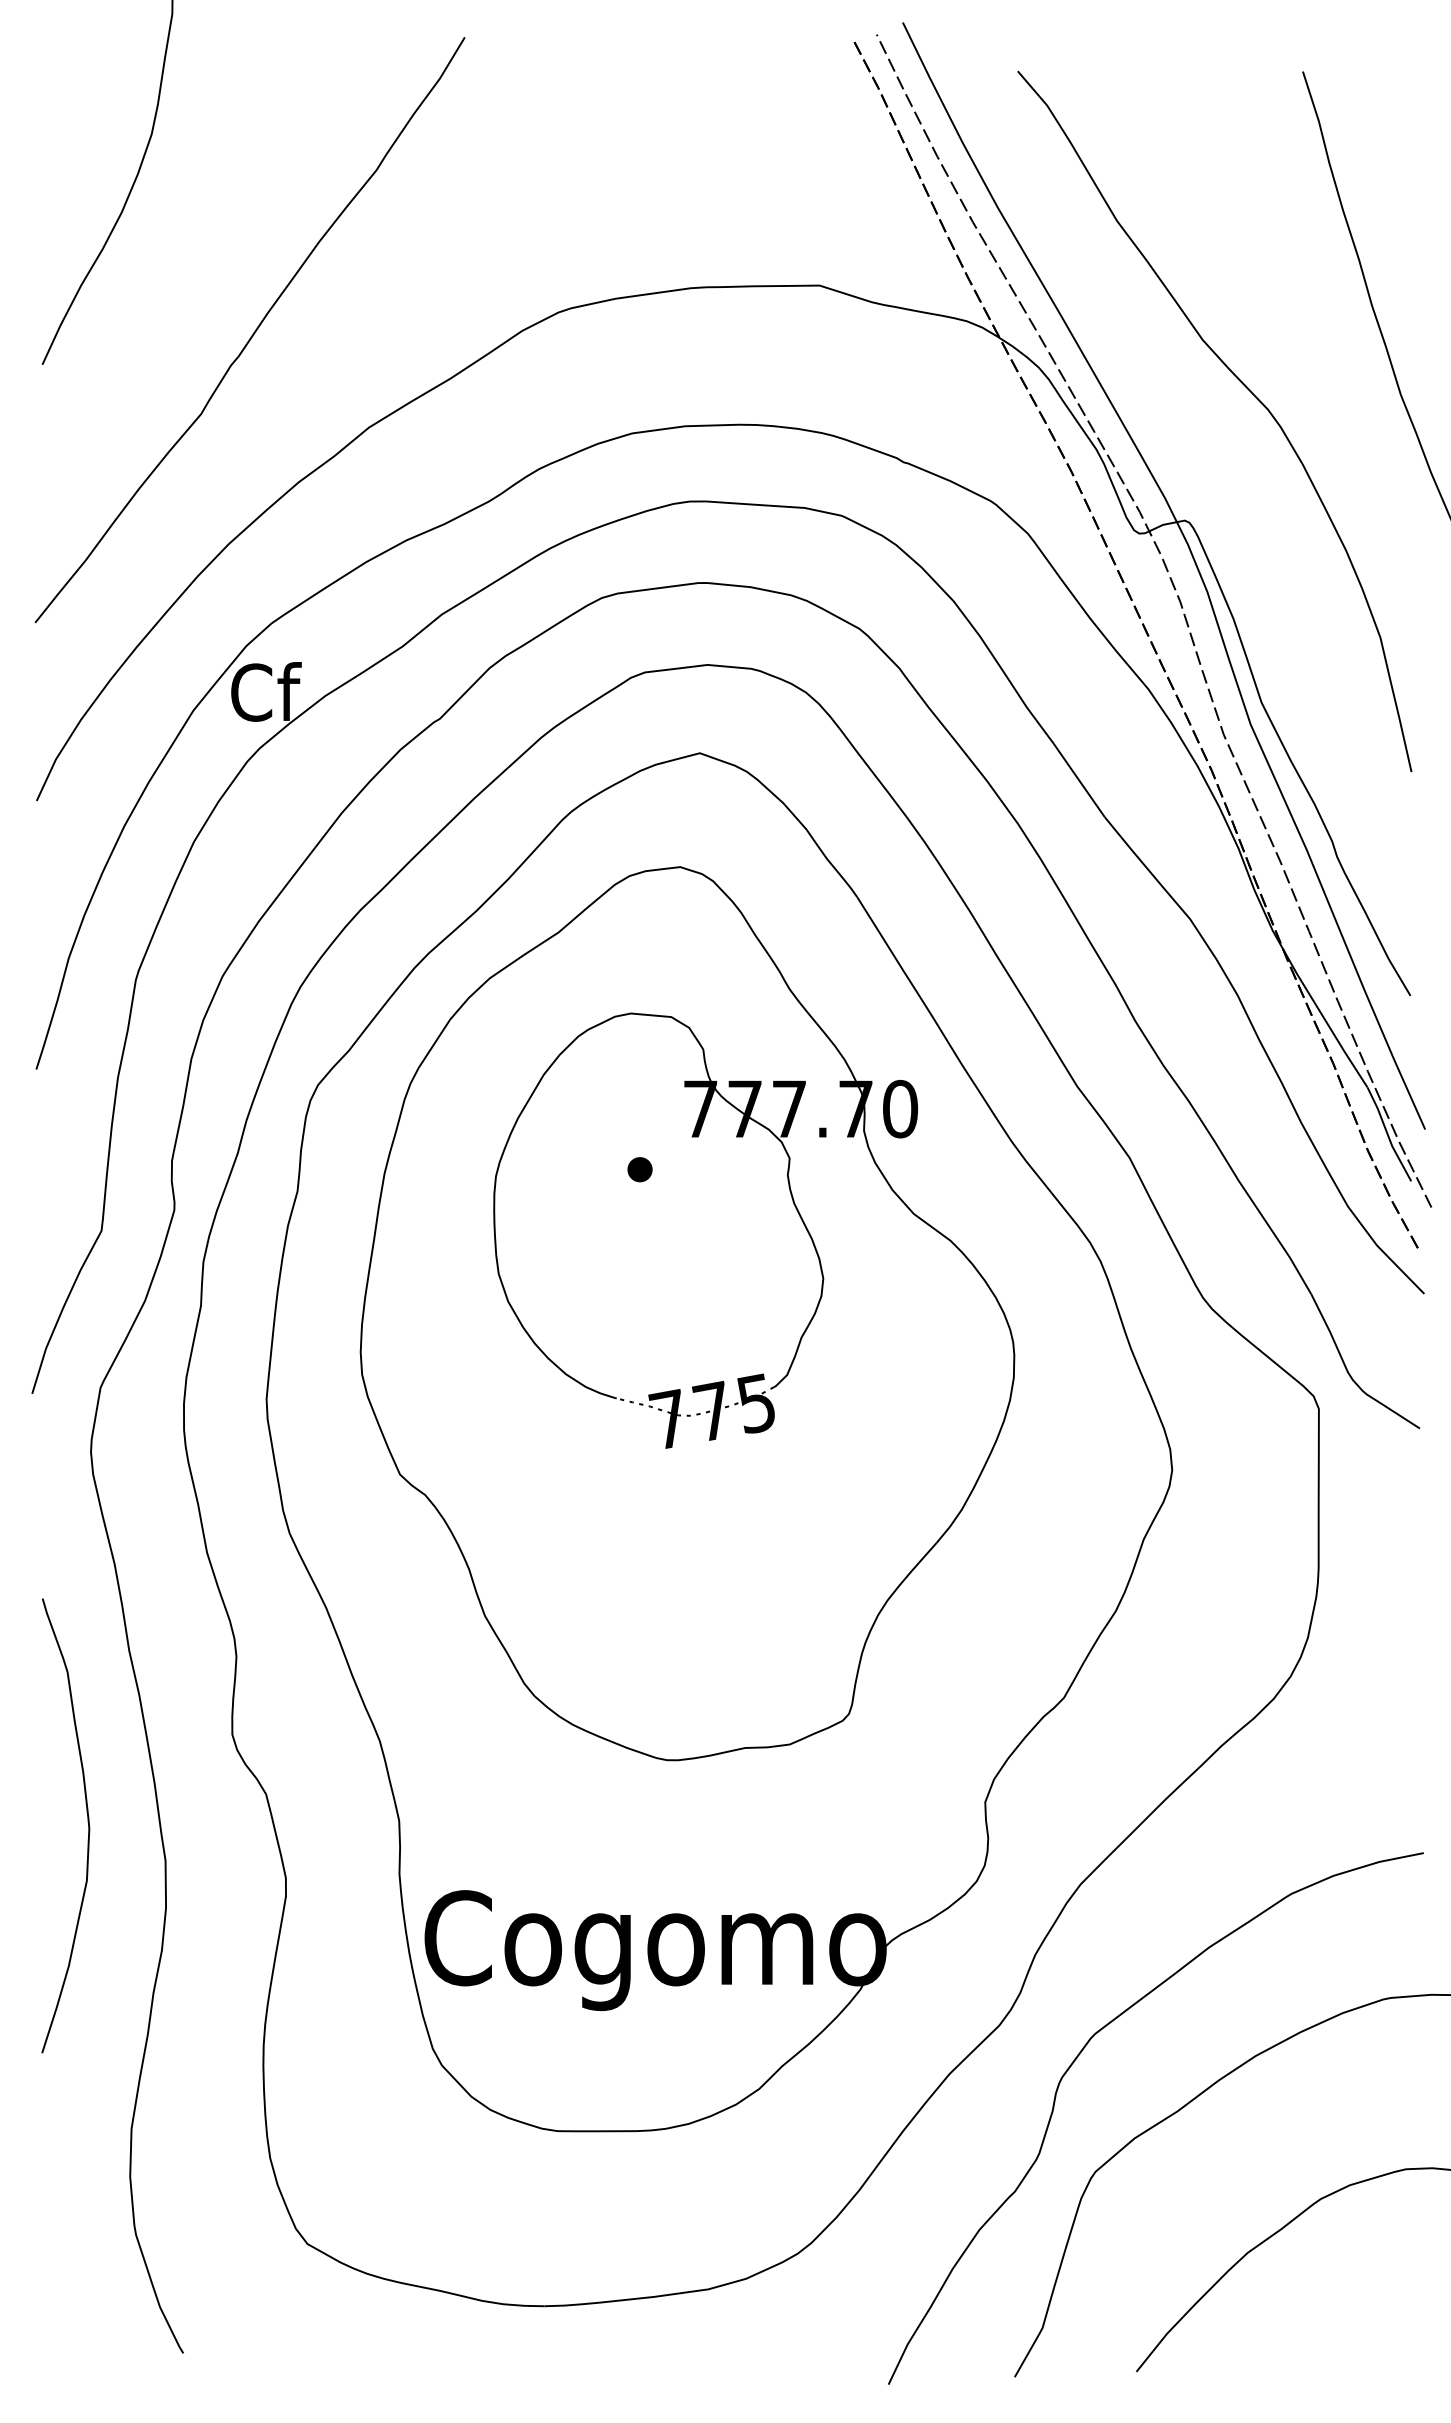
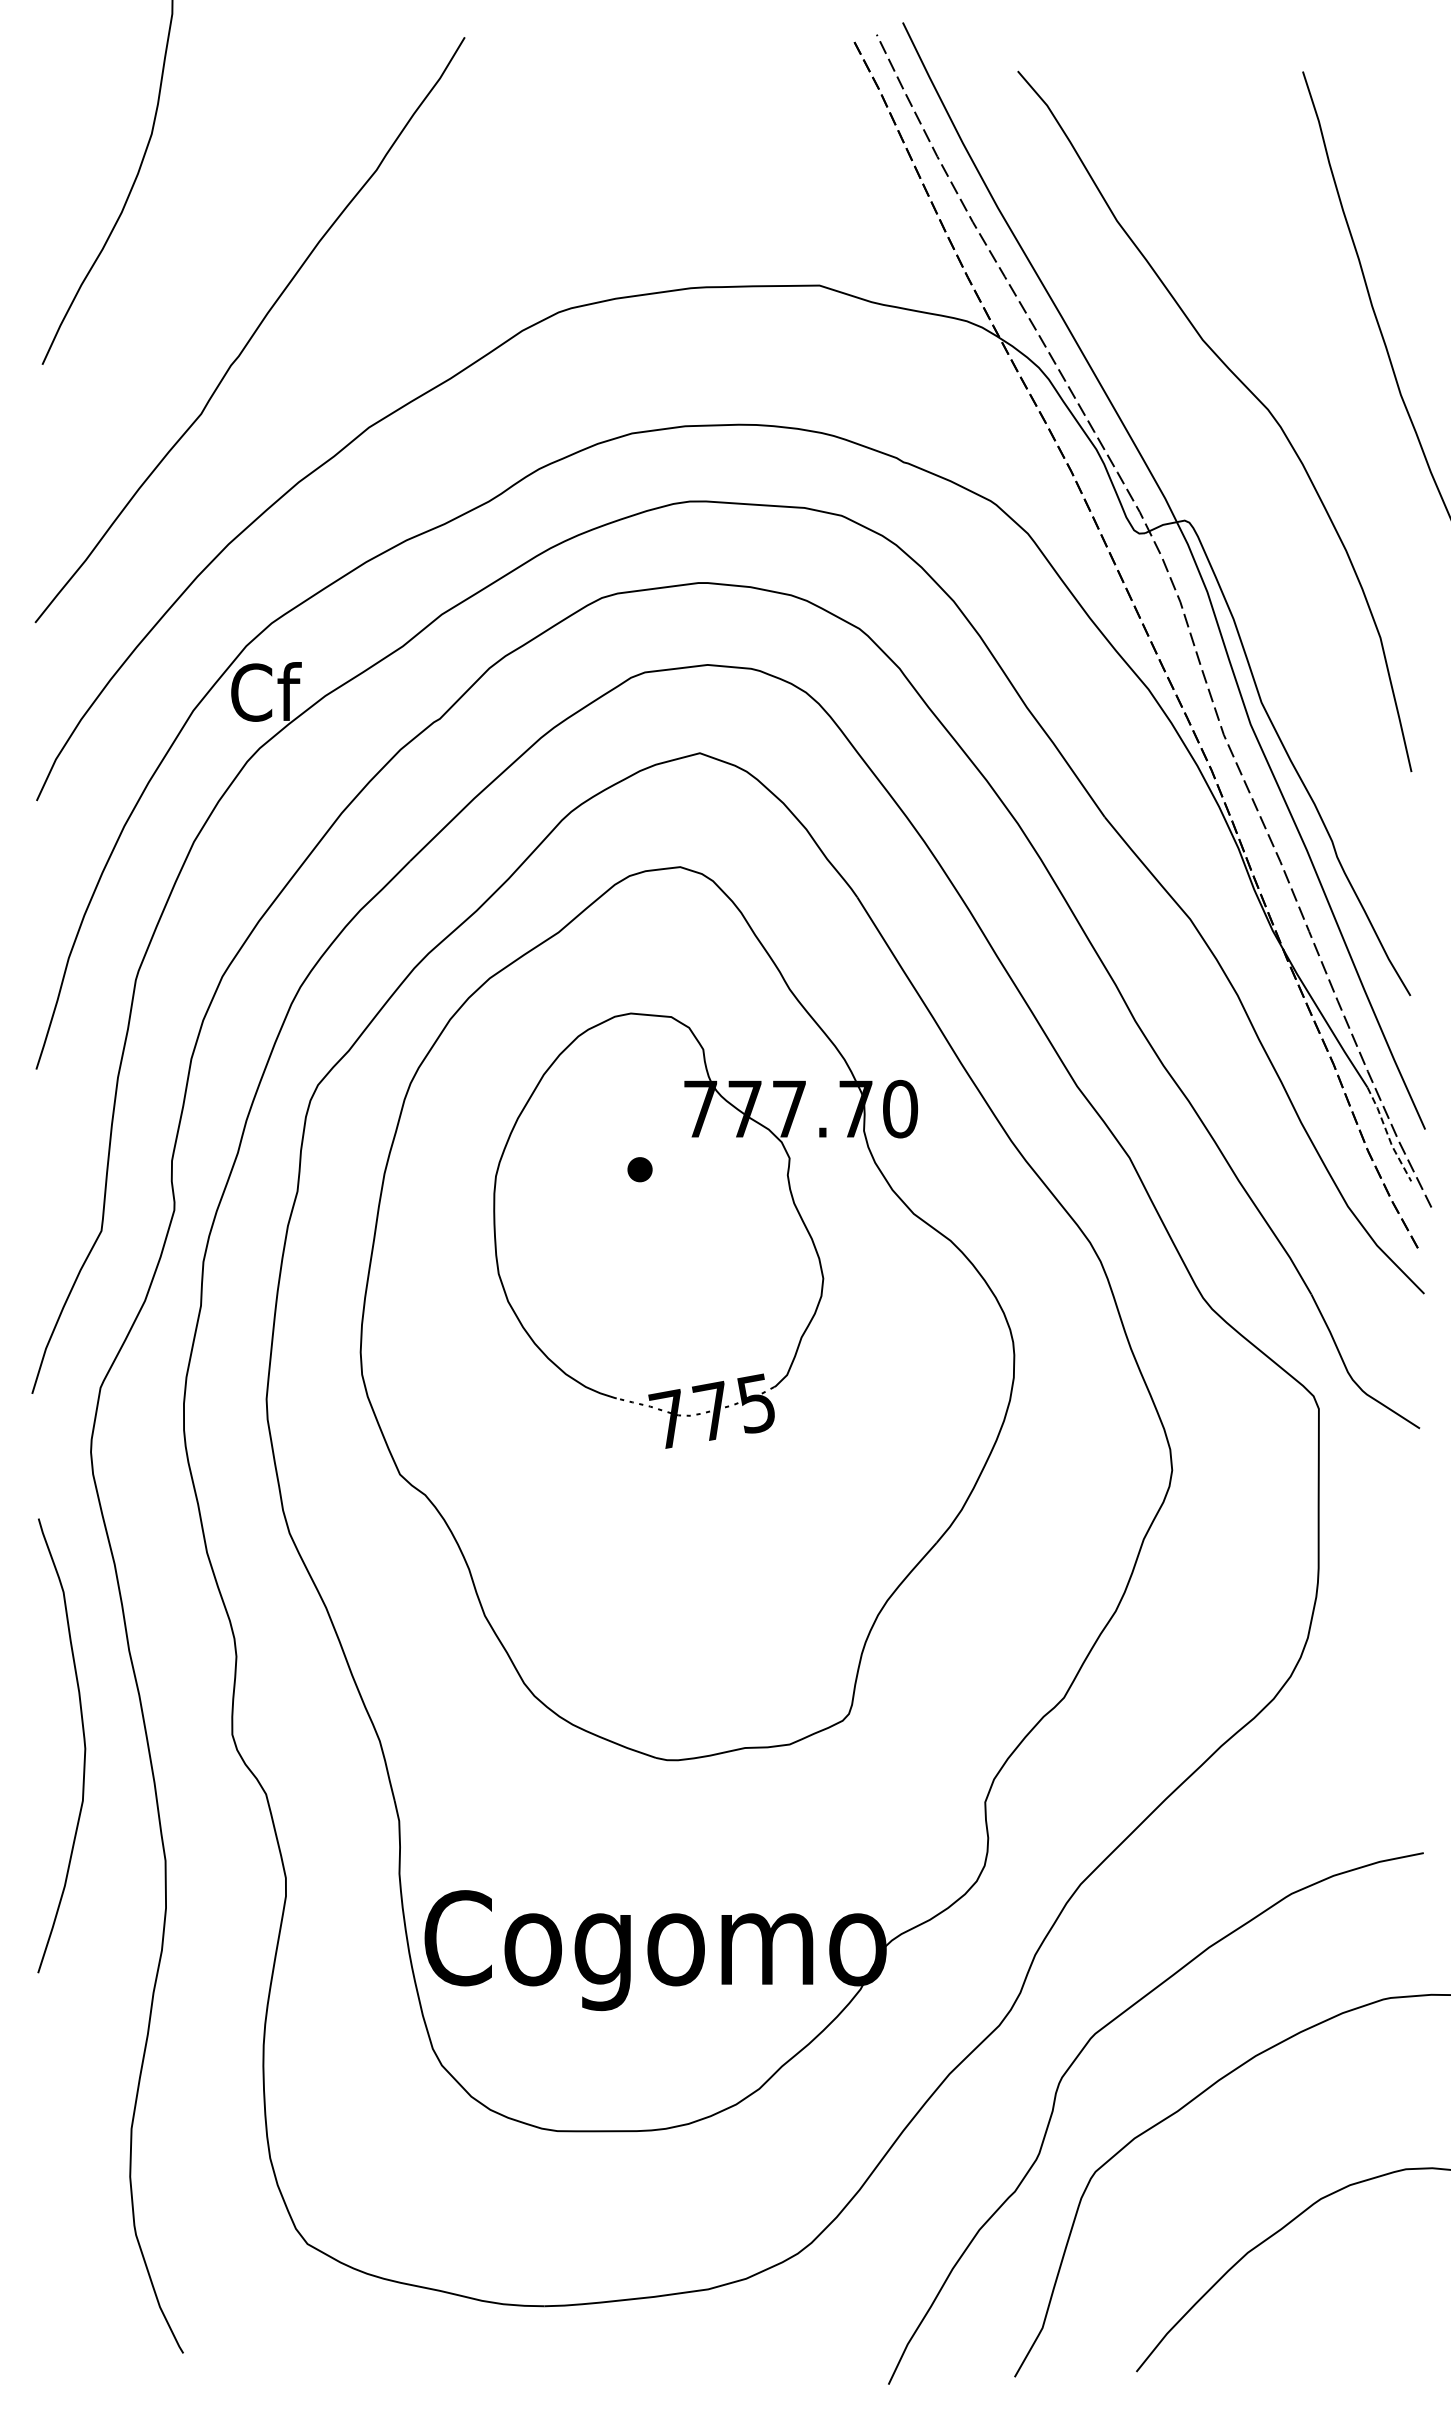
line at (1388, 1135): solid -> dashed
curve at (87, 1822) position: (87, 1822) -> (83, 1742)
